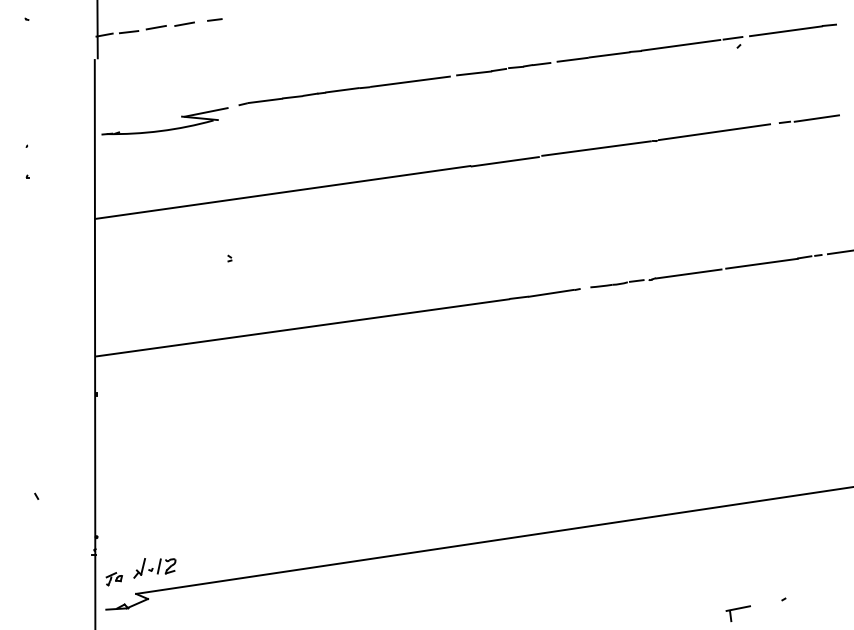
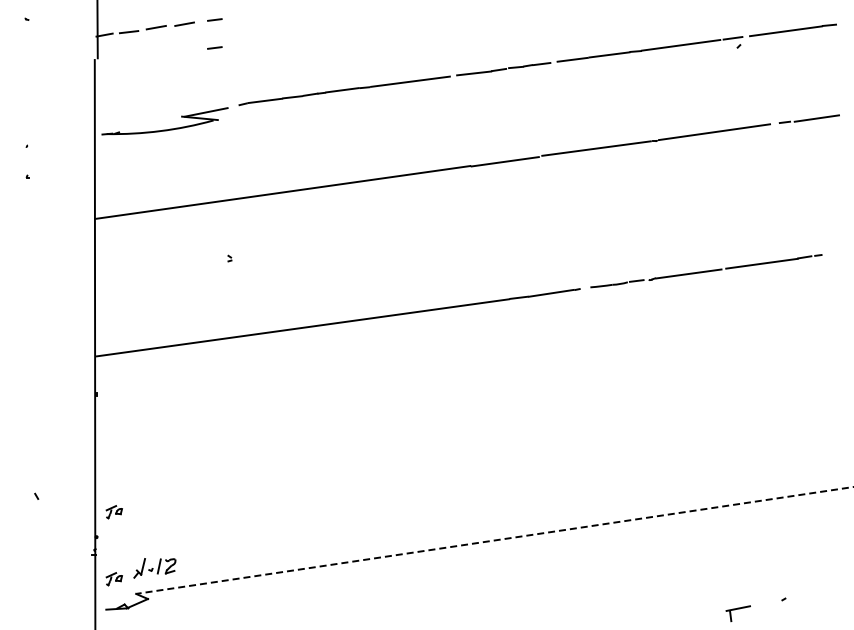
line at (214, 47): none -> present
line at (838, 252): present -> none
part at (113, 512): none -> present
line at (495, 540): solid -> dashed
